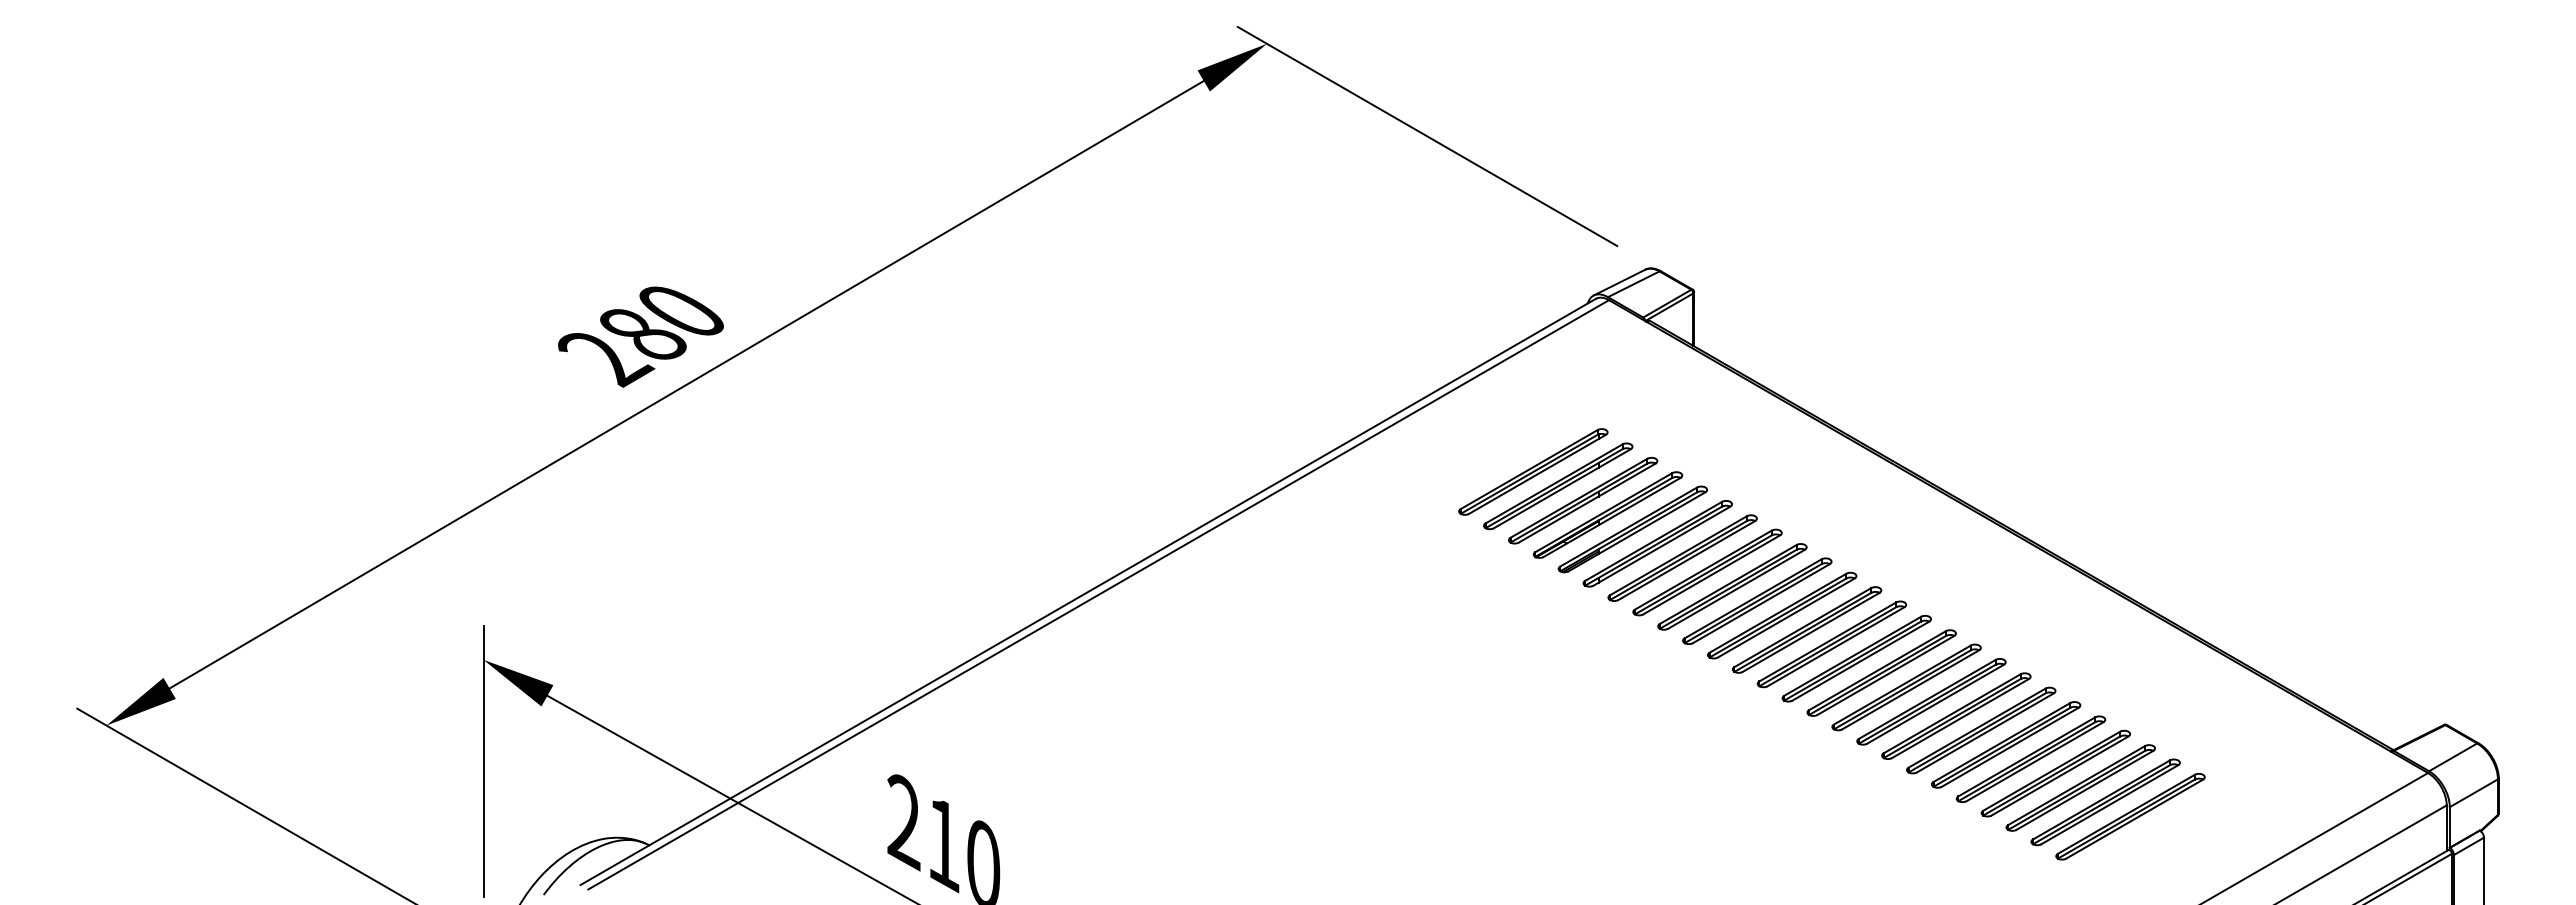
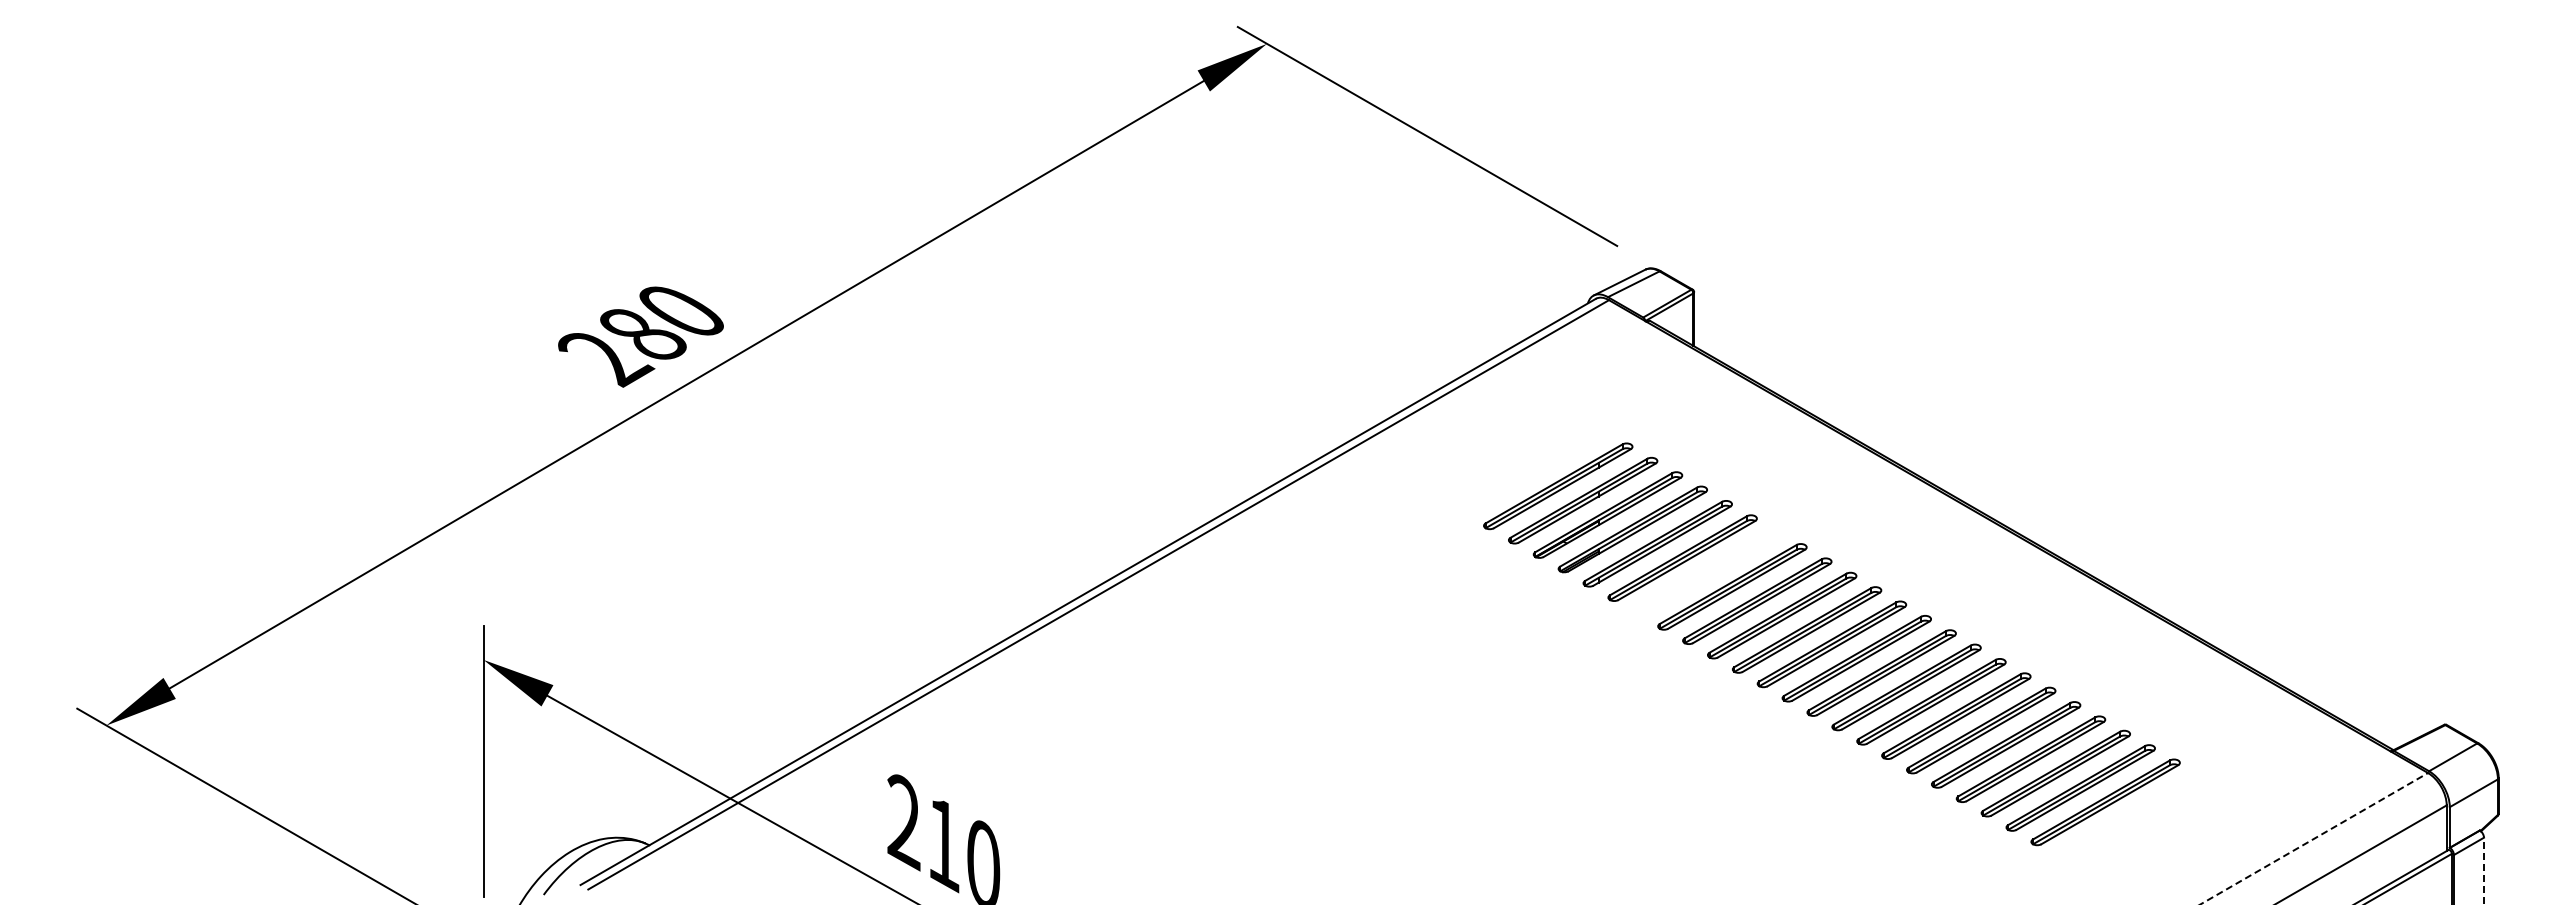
part at (1533, 471): present -> none
part at (1707, 572): present -> none
part at (2130, 816): present -> none
line at (2313, 838): solid -> dashed
line at (2483, 870): solid -> dashed
